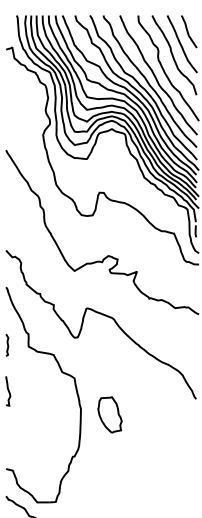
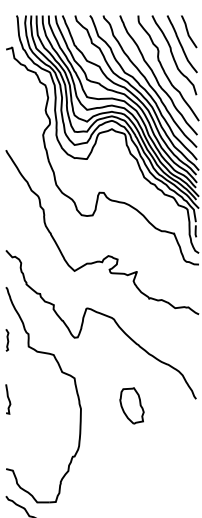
curve at (7, 345) position: (7, 345) -> (7, 340)
curve at (8, 391) position: (8, 391) -> (8, 399)
part at (109, 414) position: (109, 414) -> (131, 405)
